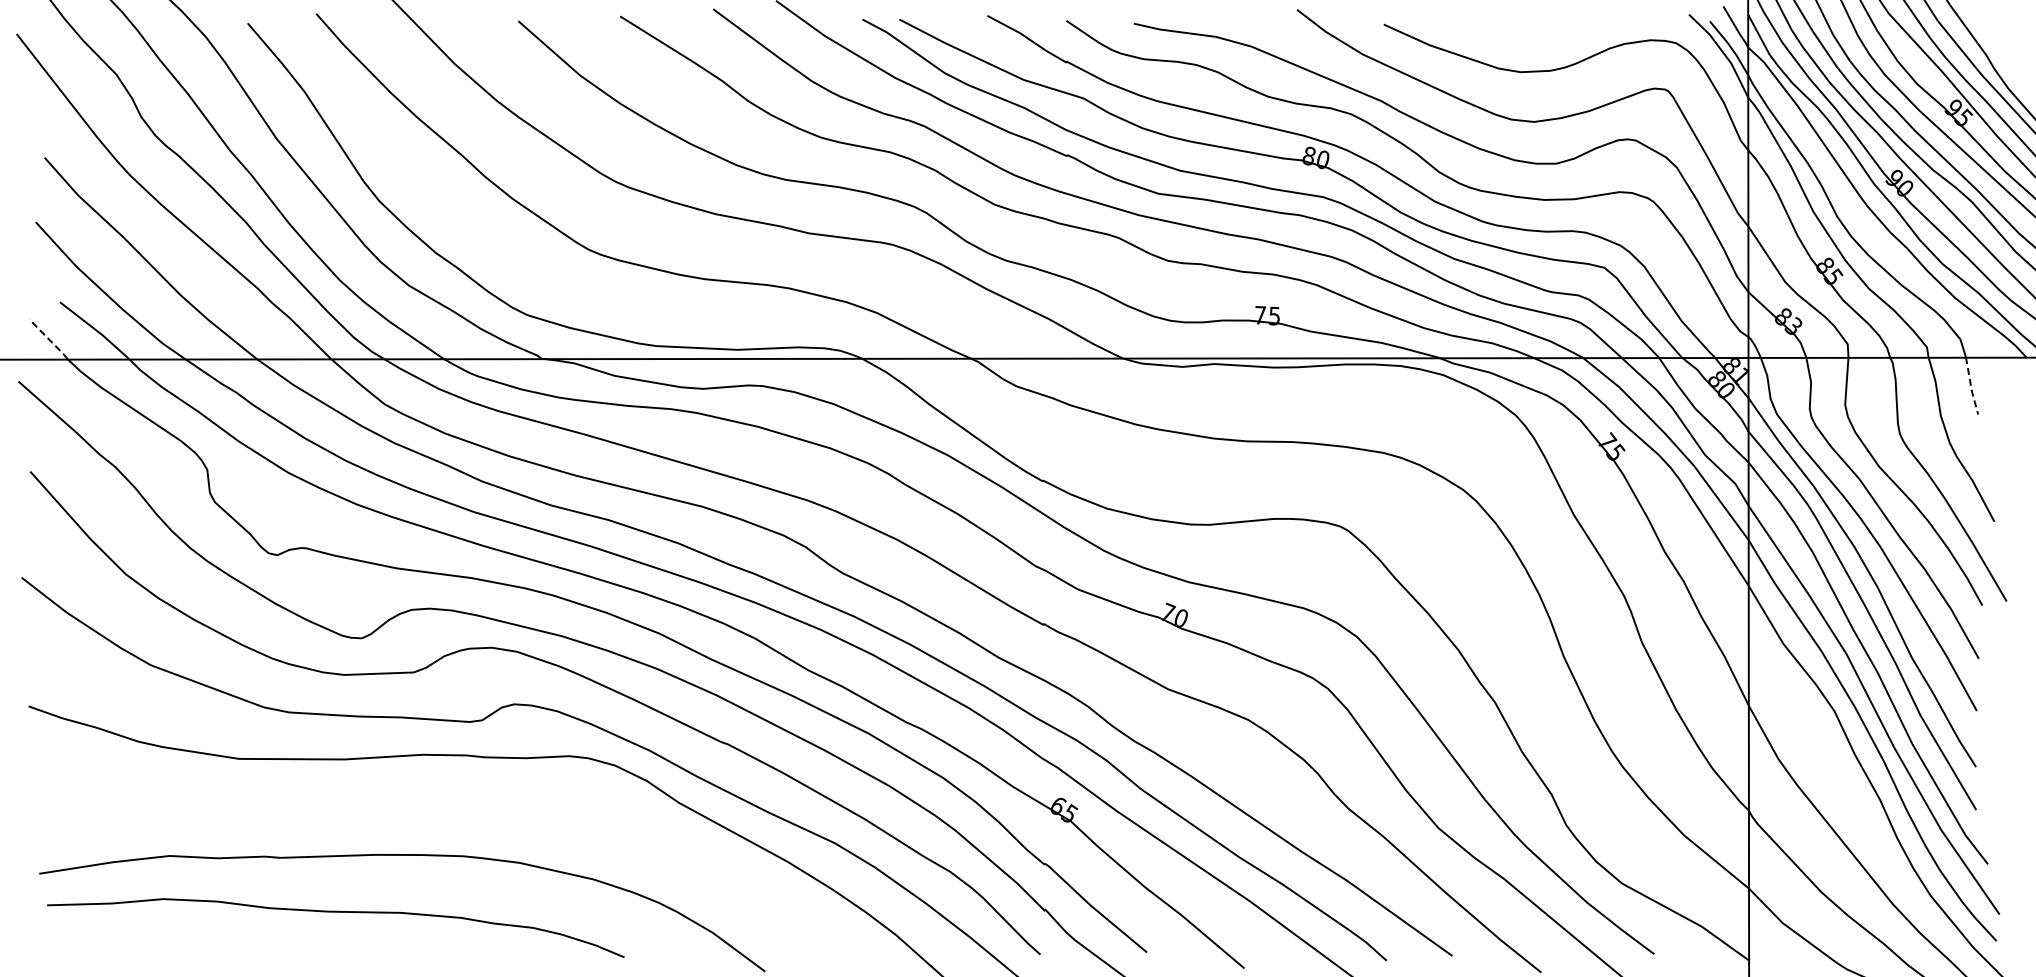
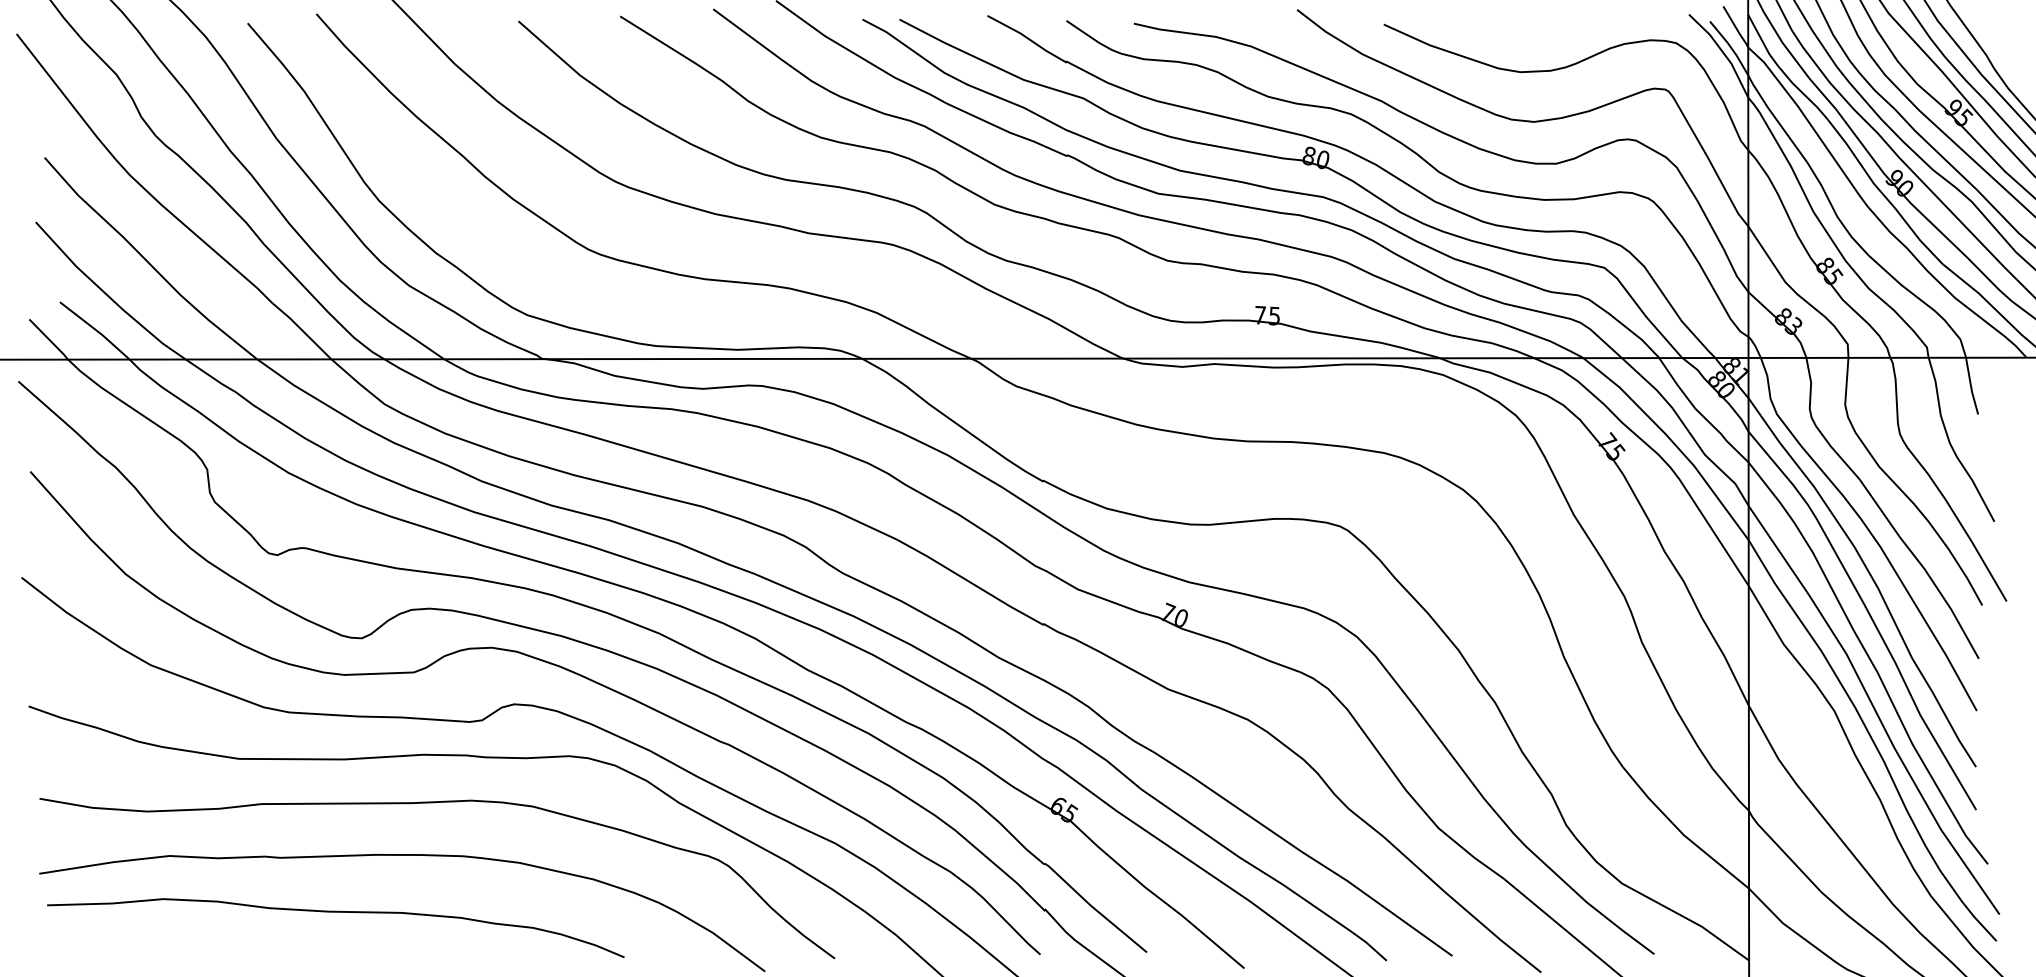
line at (48, 339): dashed -> solid
line at (1971, 387): dashed -> solid
curve at (435, 803): none -> present
